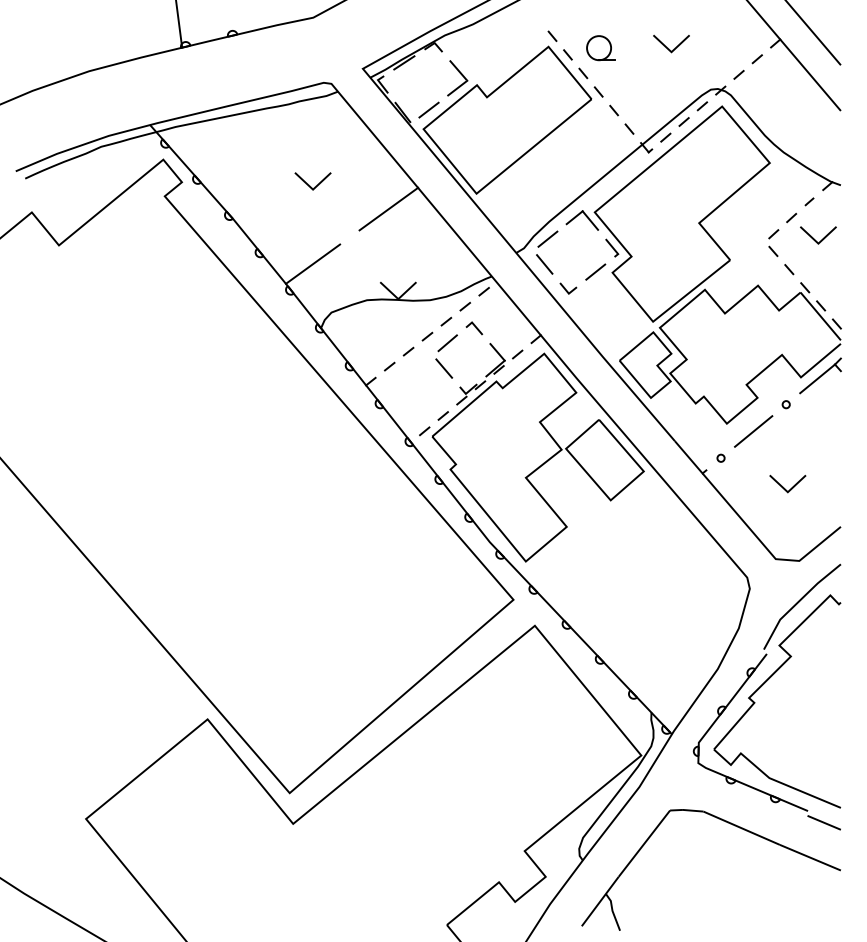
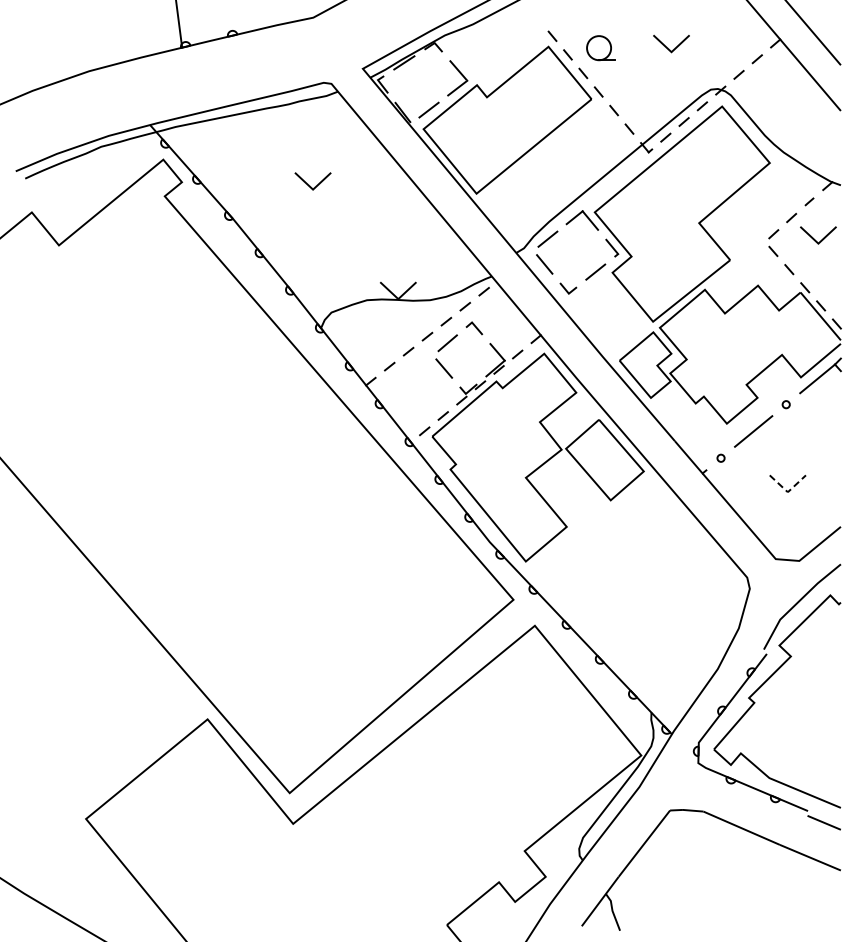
line at (388, 208): present -> none
line at (312, 263): present -> none
line at (787, 492): solid -> dashed
